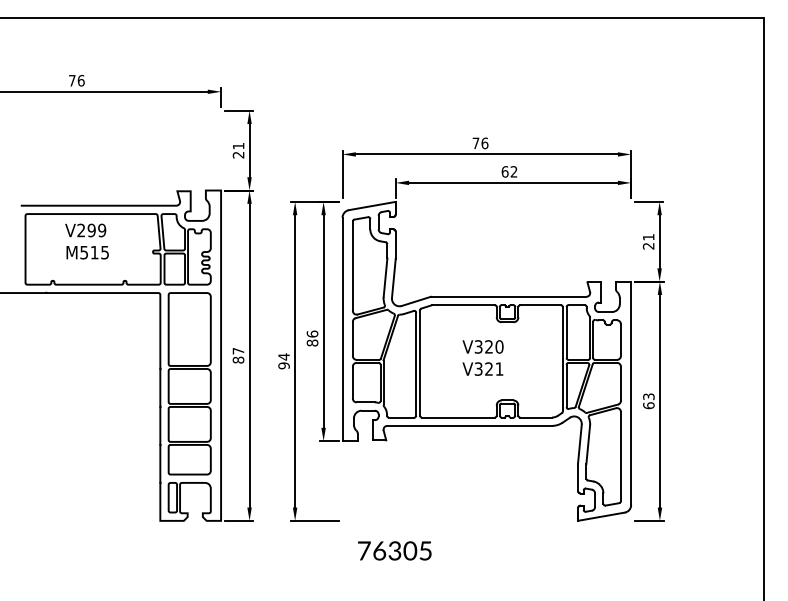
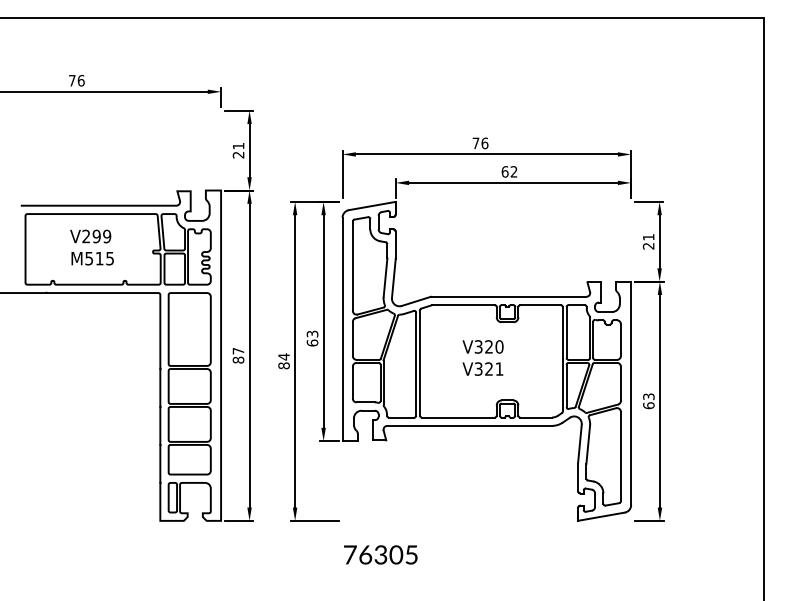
text at (86, 241) position: (86, 241) -> (91, 247)
text at (312, 338): 86 -> 63
text at (283, 365): 94 -> 84
text at (394, 550) position: (394, 550) -> (380, 554)
